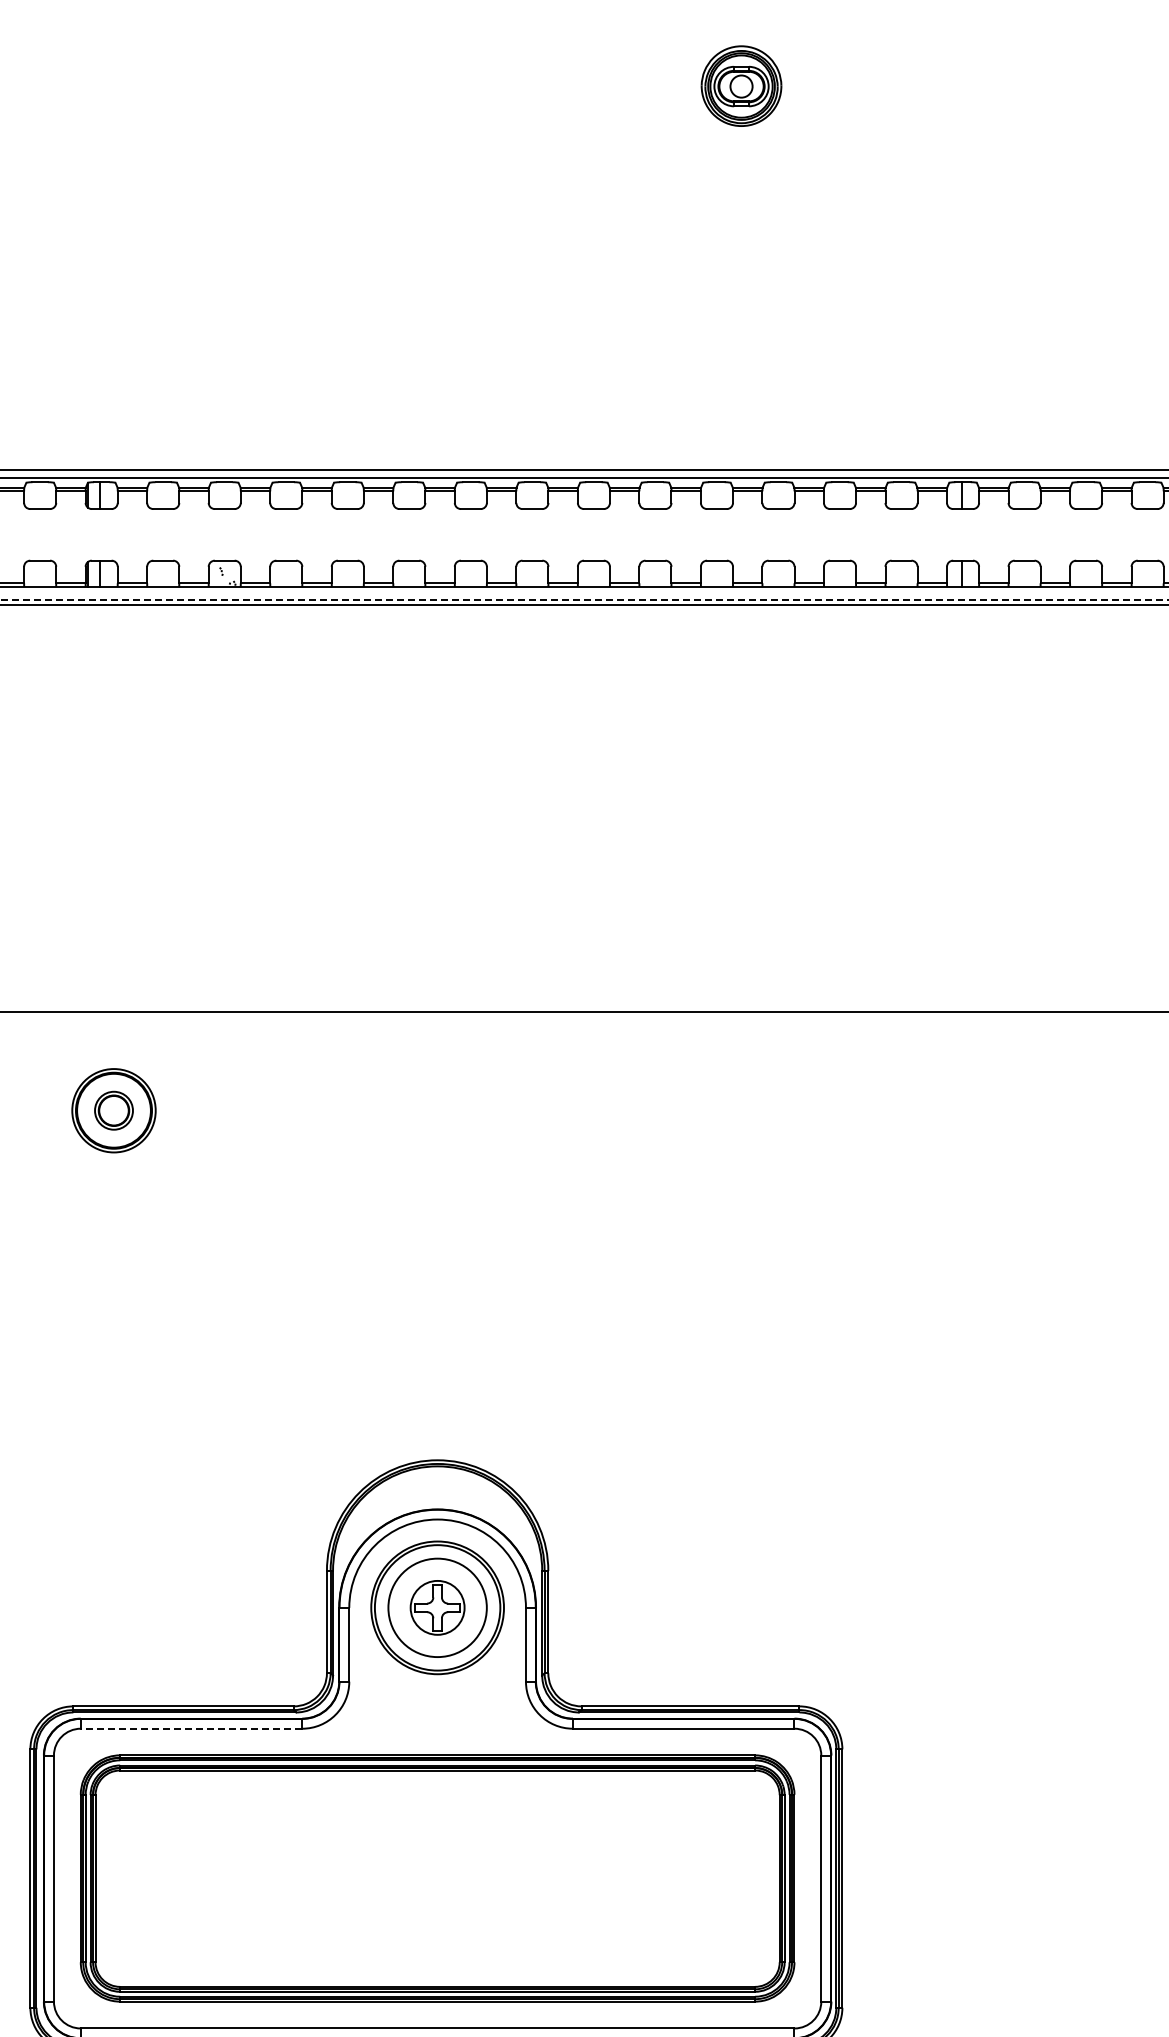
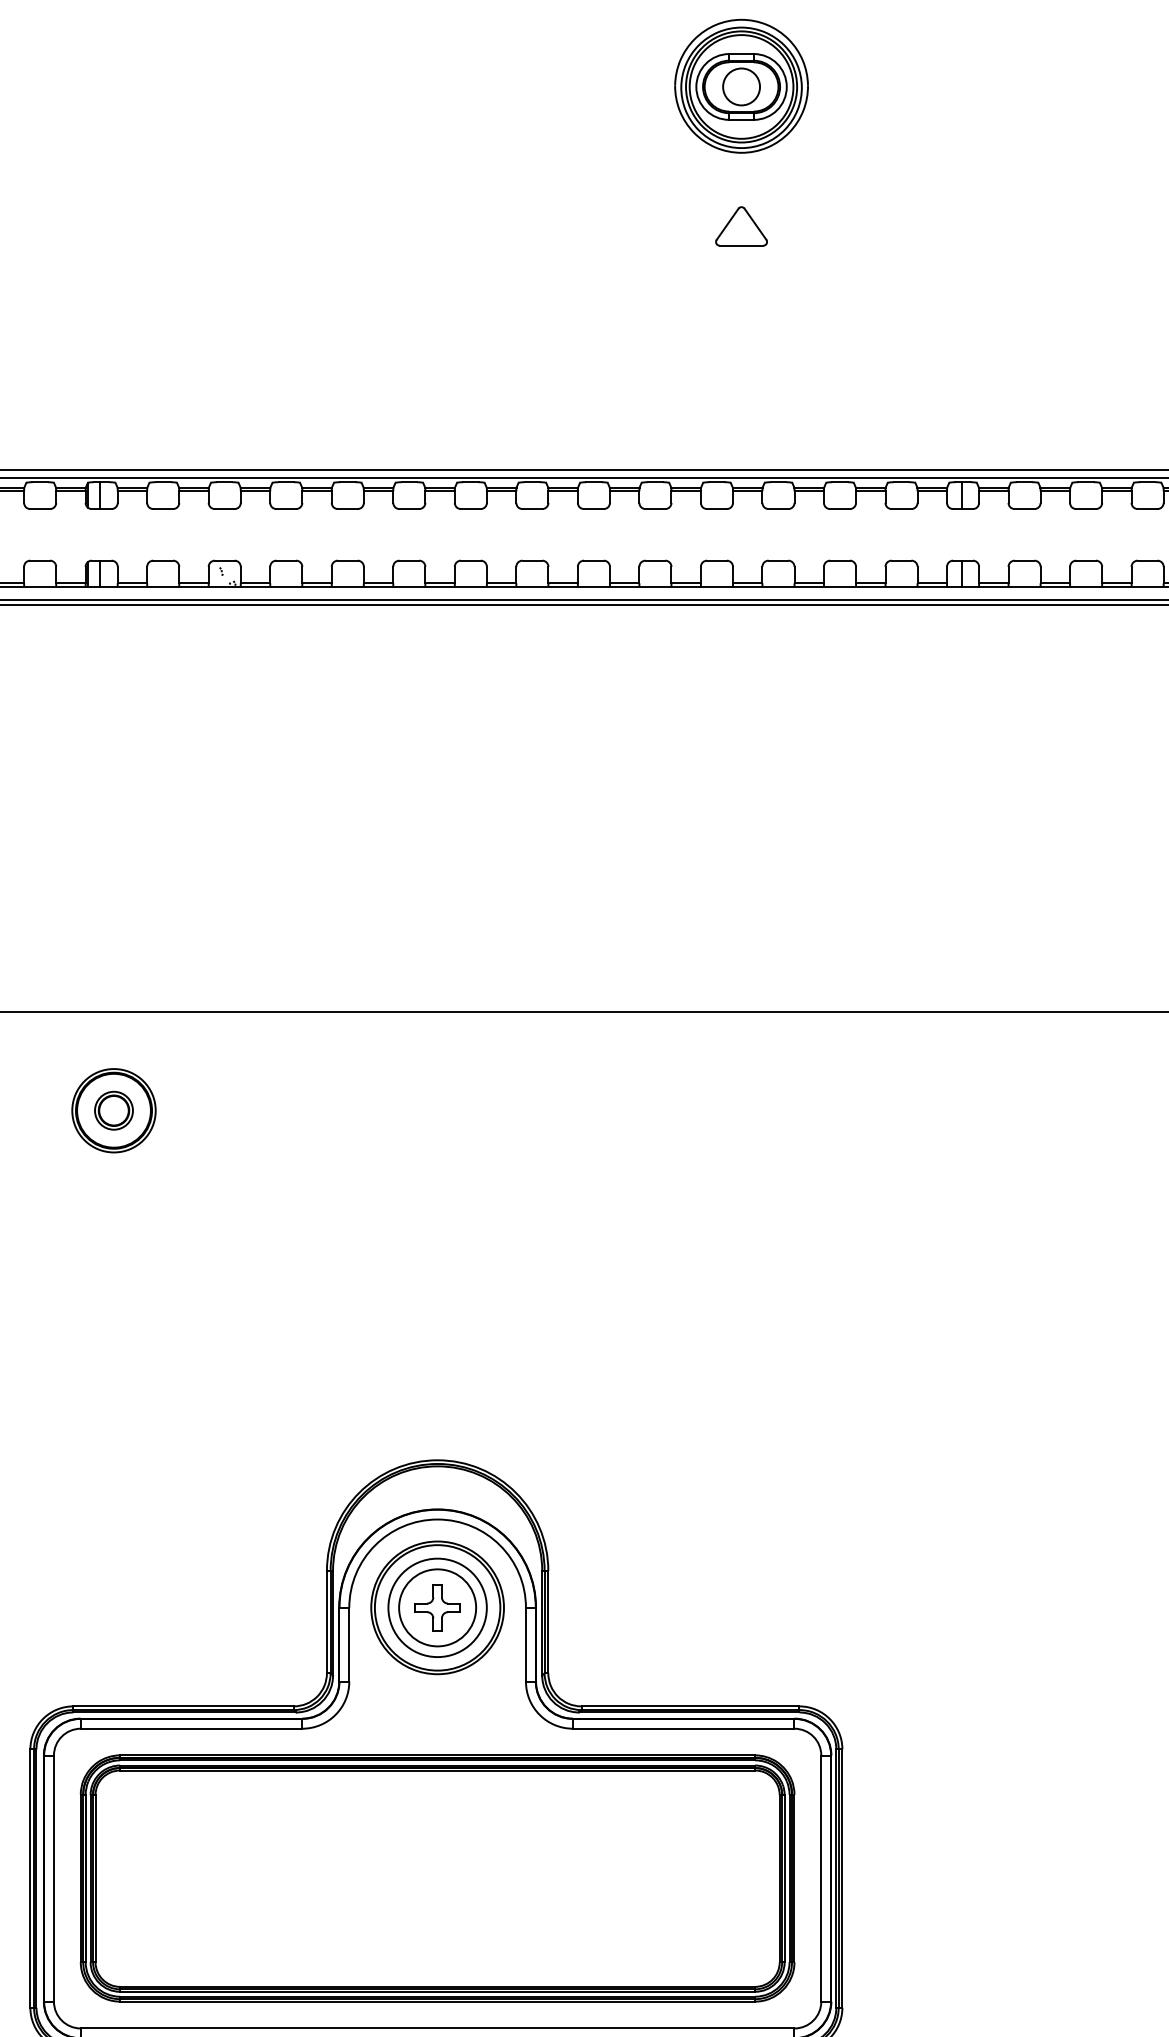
part at (741, 85) size: 83x82 px -> 135x136 px
part at (741, 226): none -> present
line at (584, 599): dashed -> solid
circle at (437, 1607) diameter: 54 px -> 77 px
line at (191, 1728): dashed -> solid
